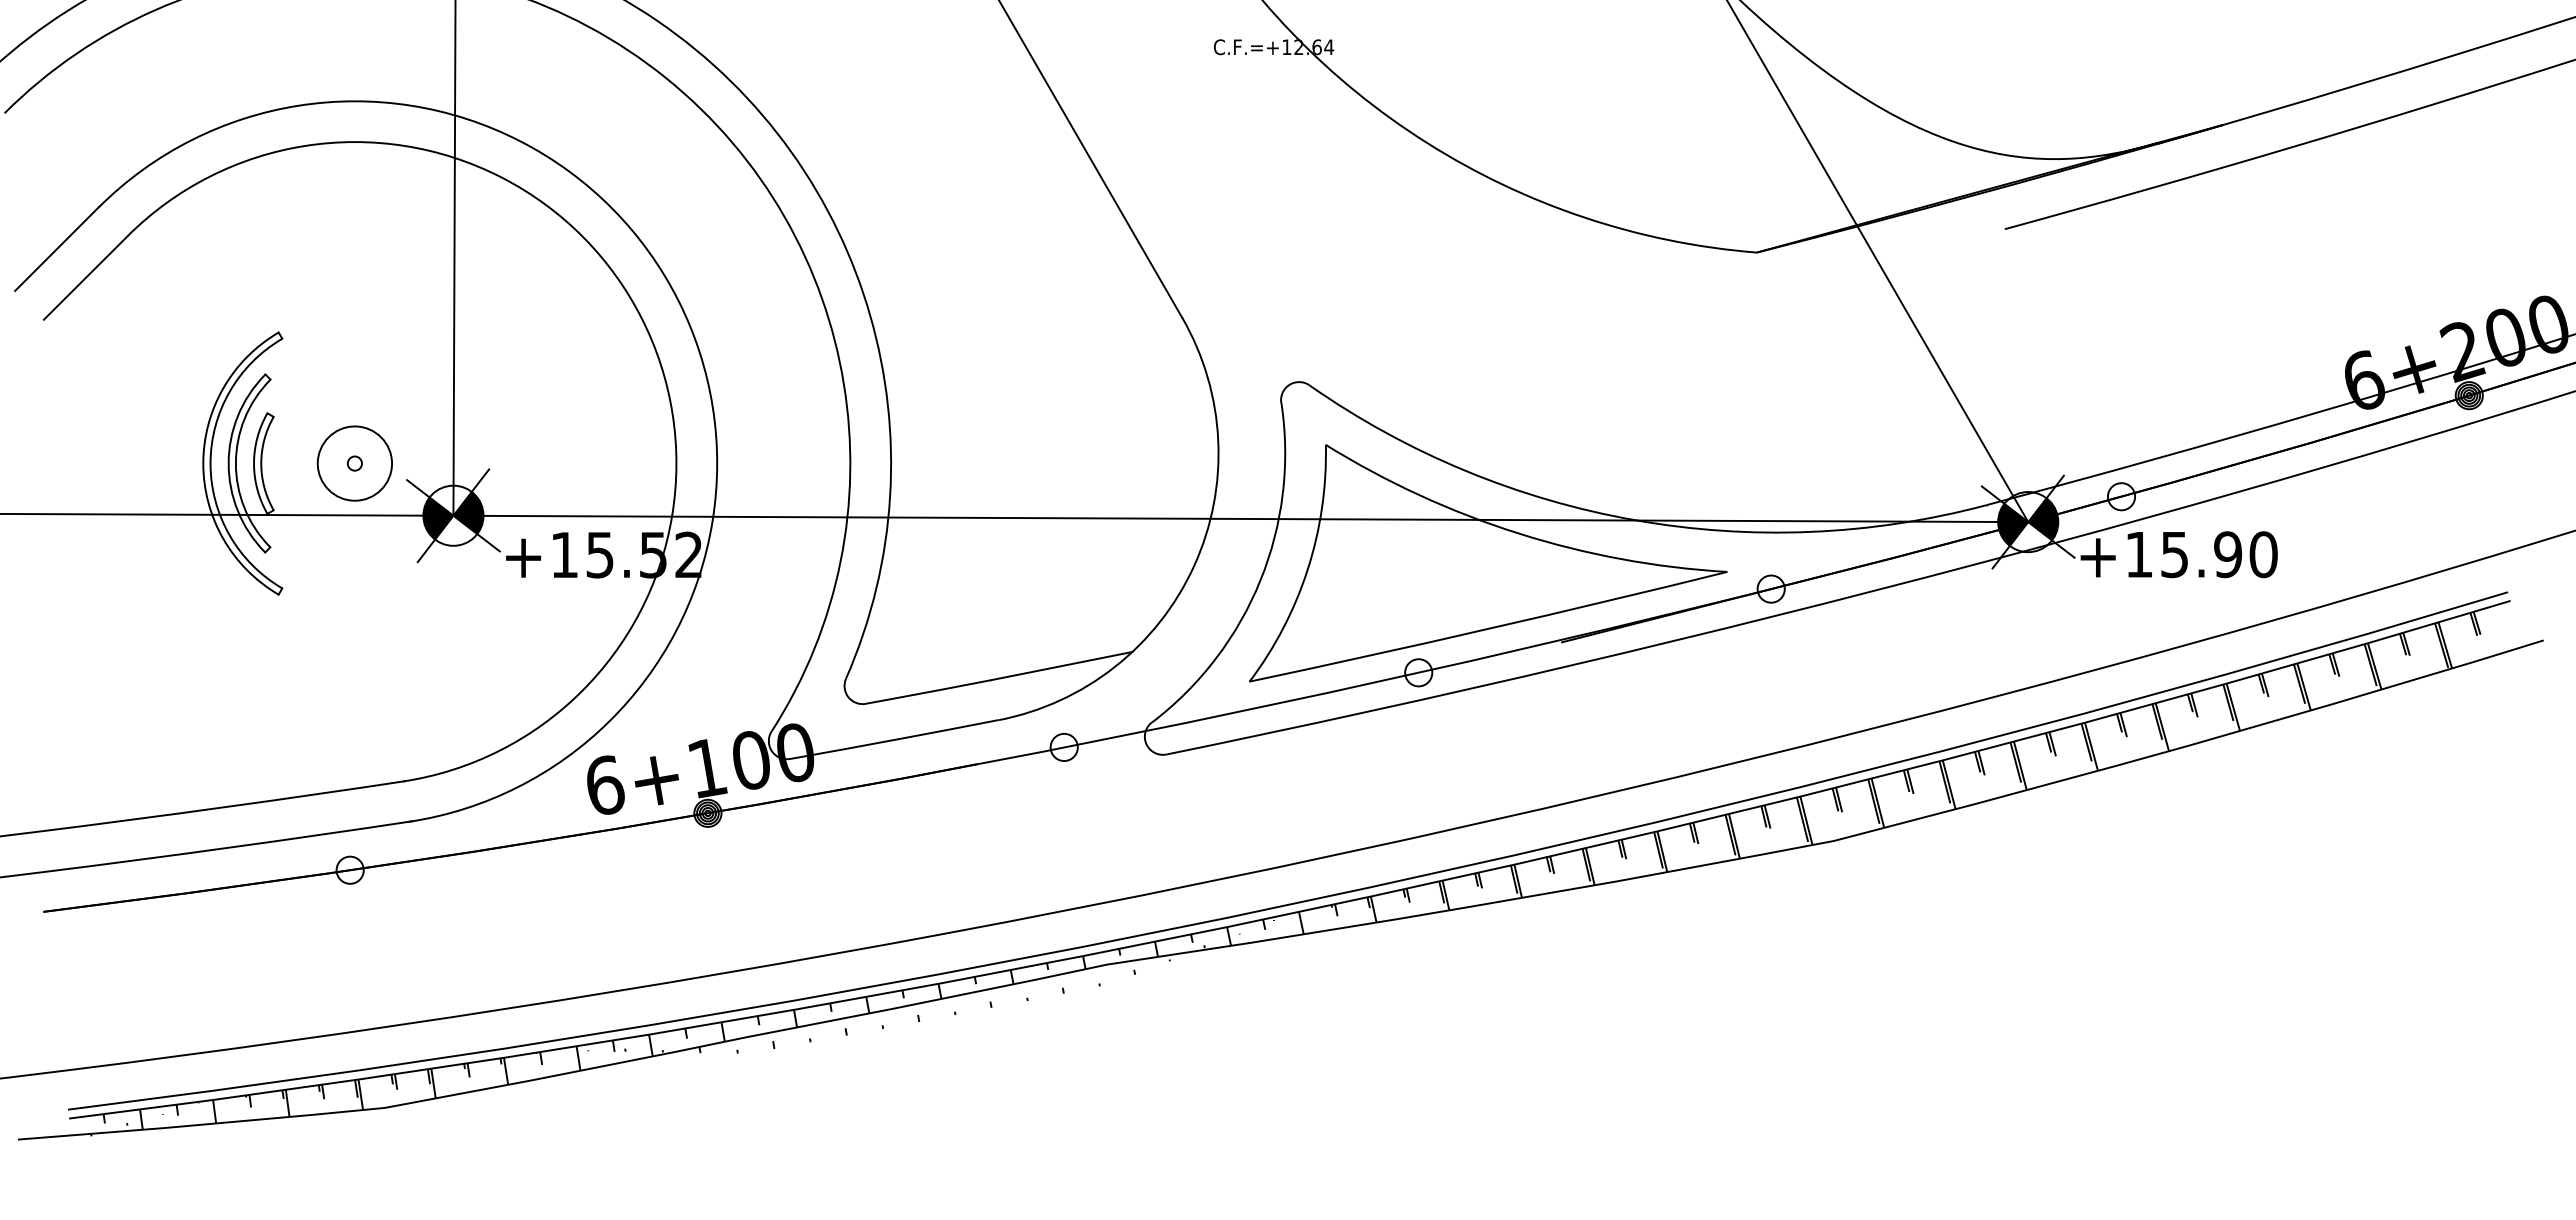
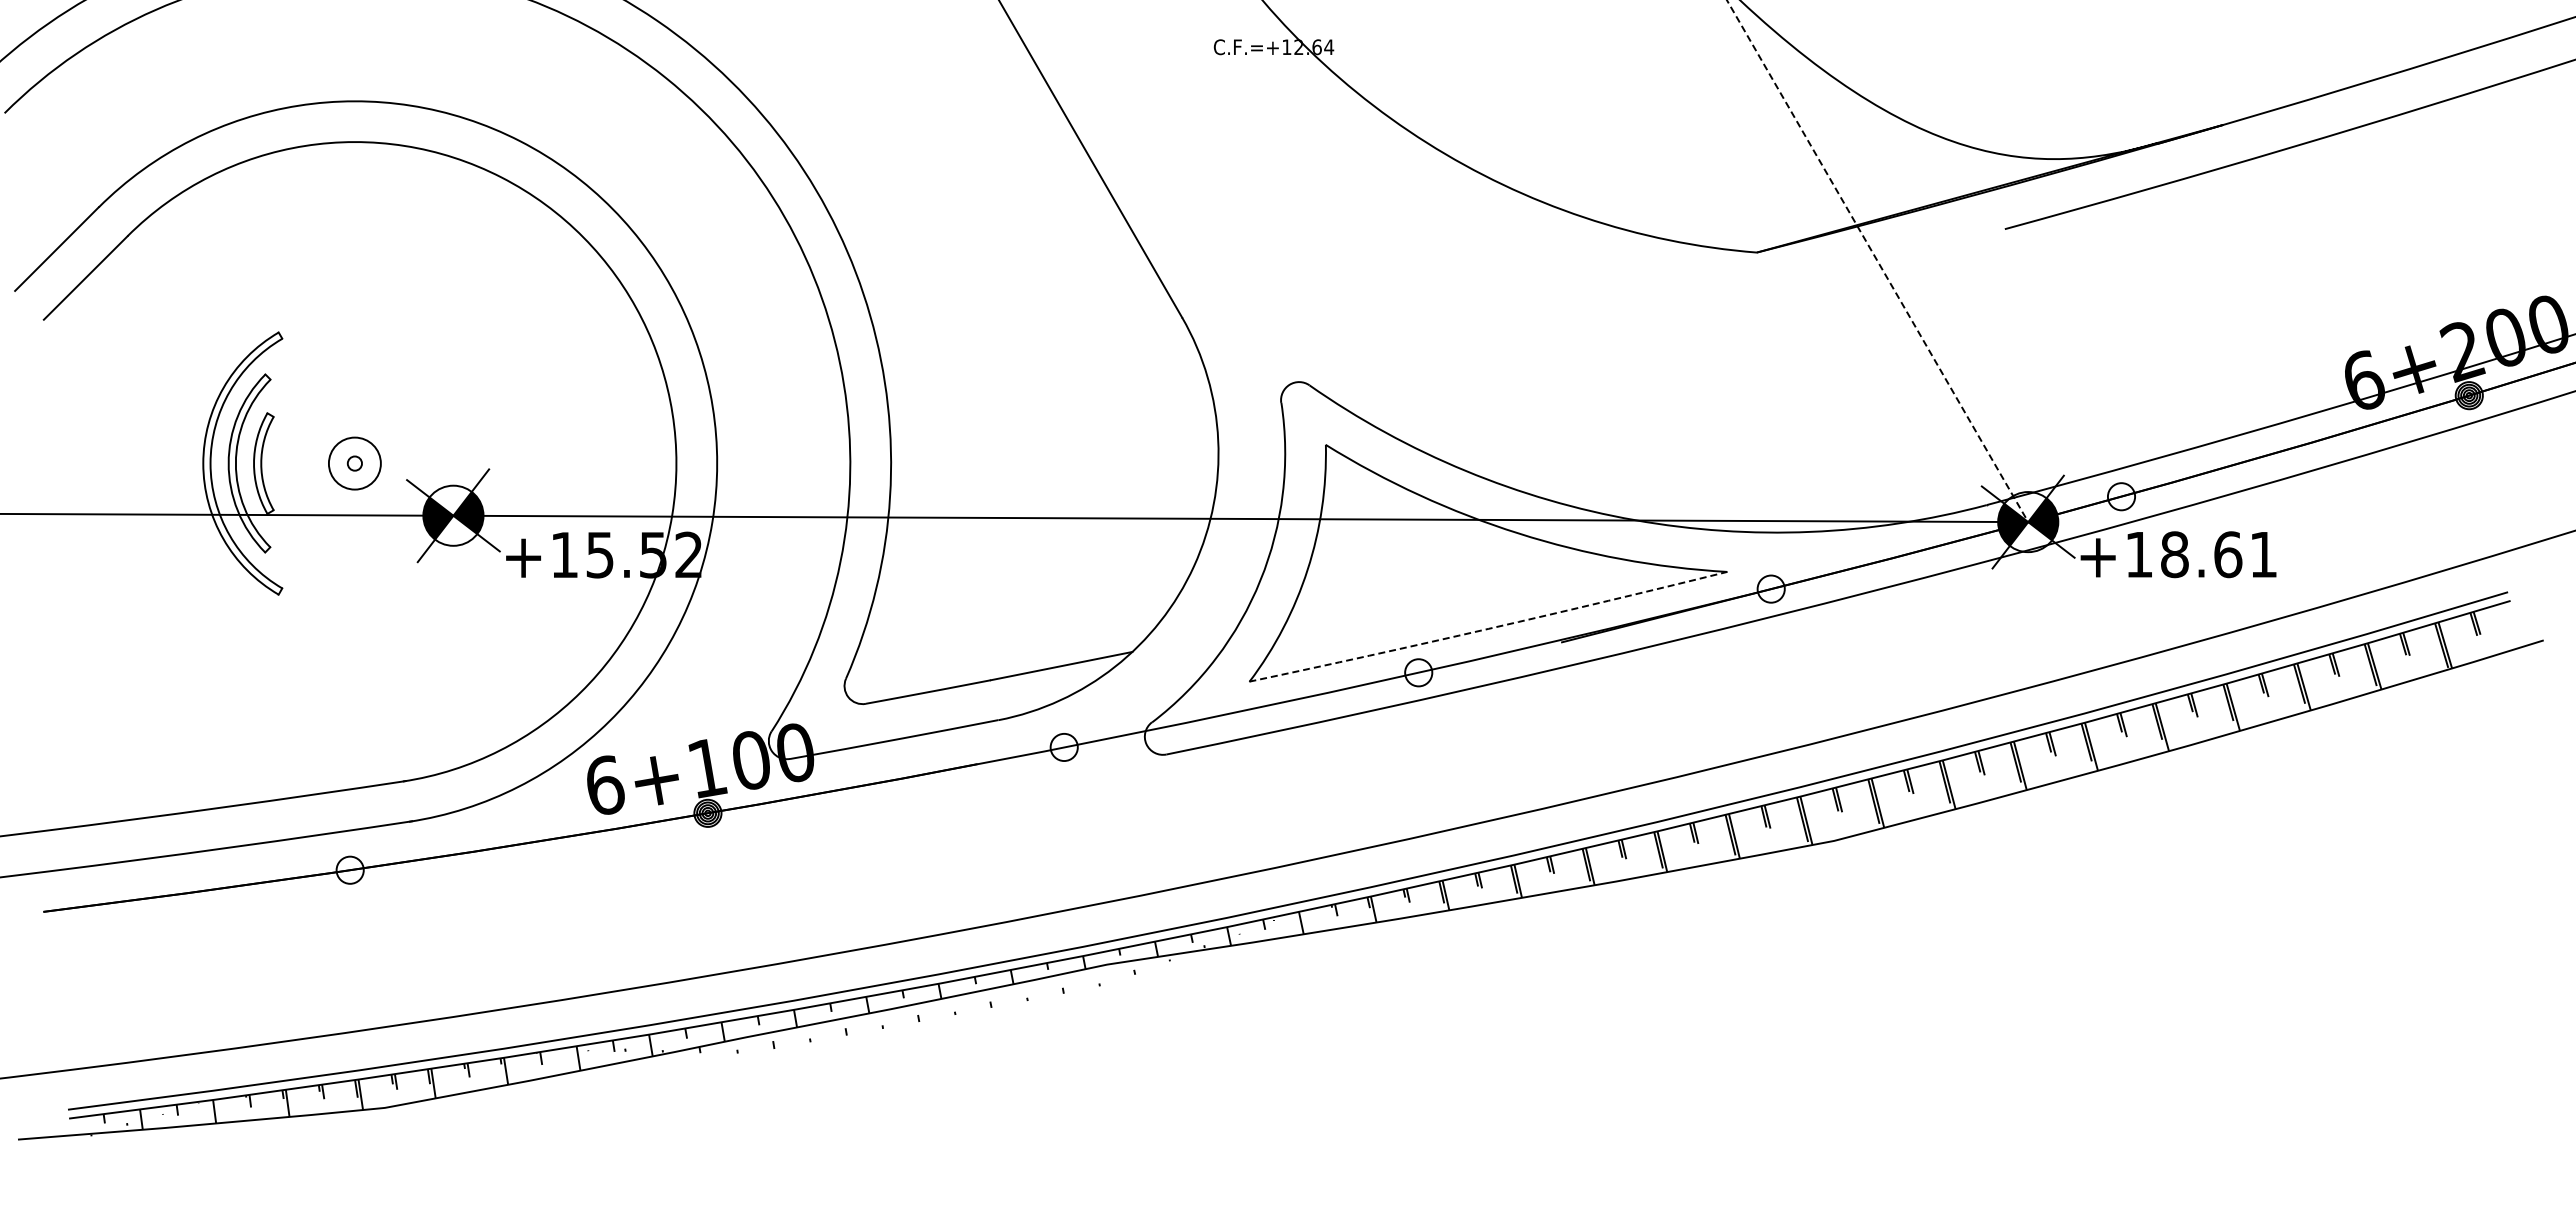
line at (454, 258): present -> none
line at (1877, 261): solid -> dashed
circle at (354, 463) diameter: 74 px -> 52 px
text at (2219, 554): +15.90 -> +18.61
line at (1488, 628): solid -> dashed
